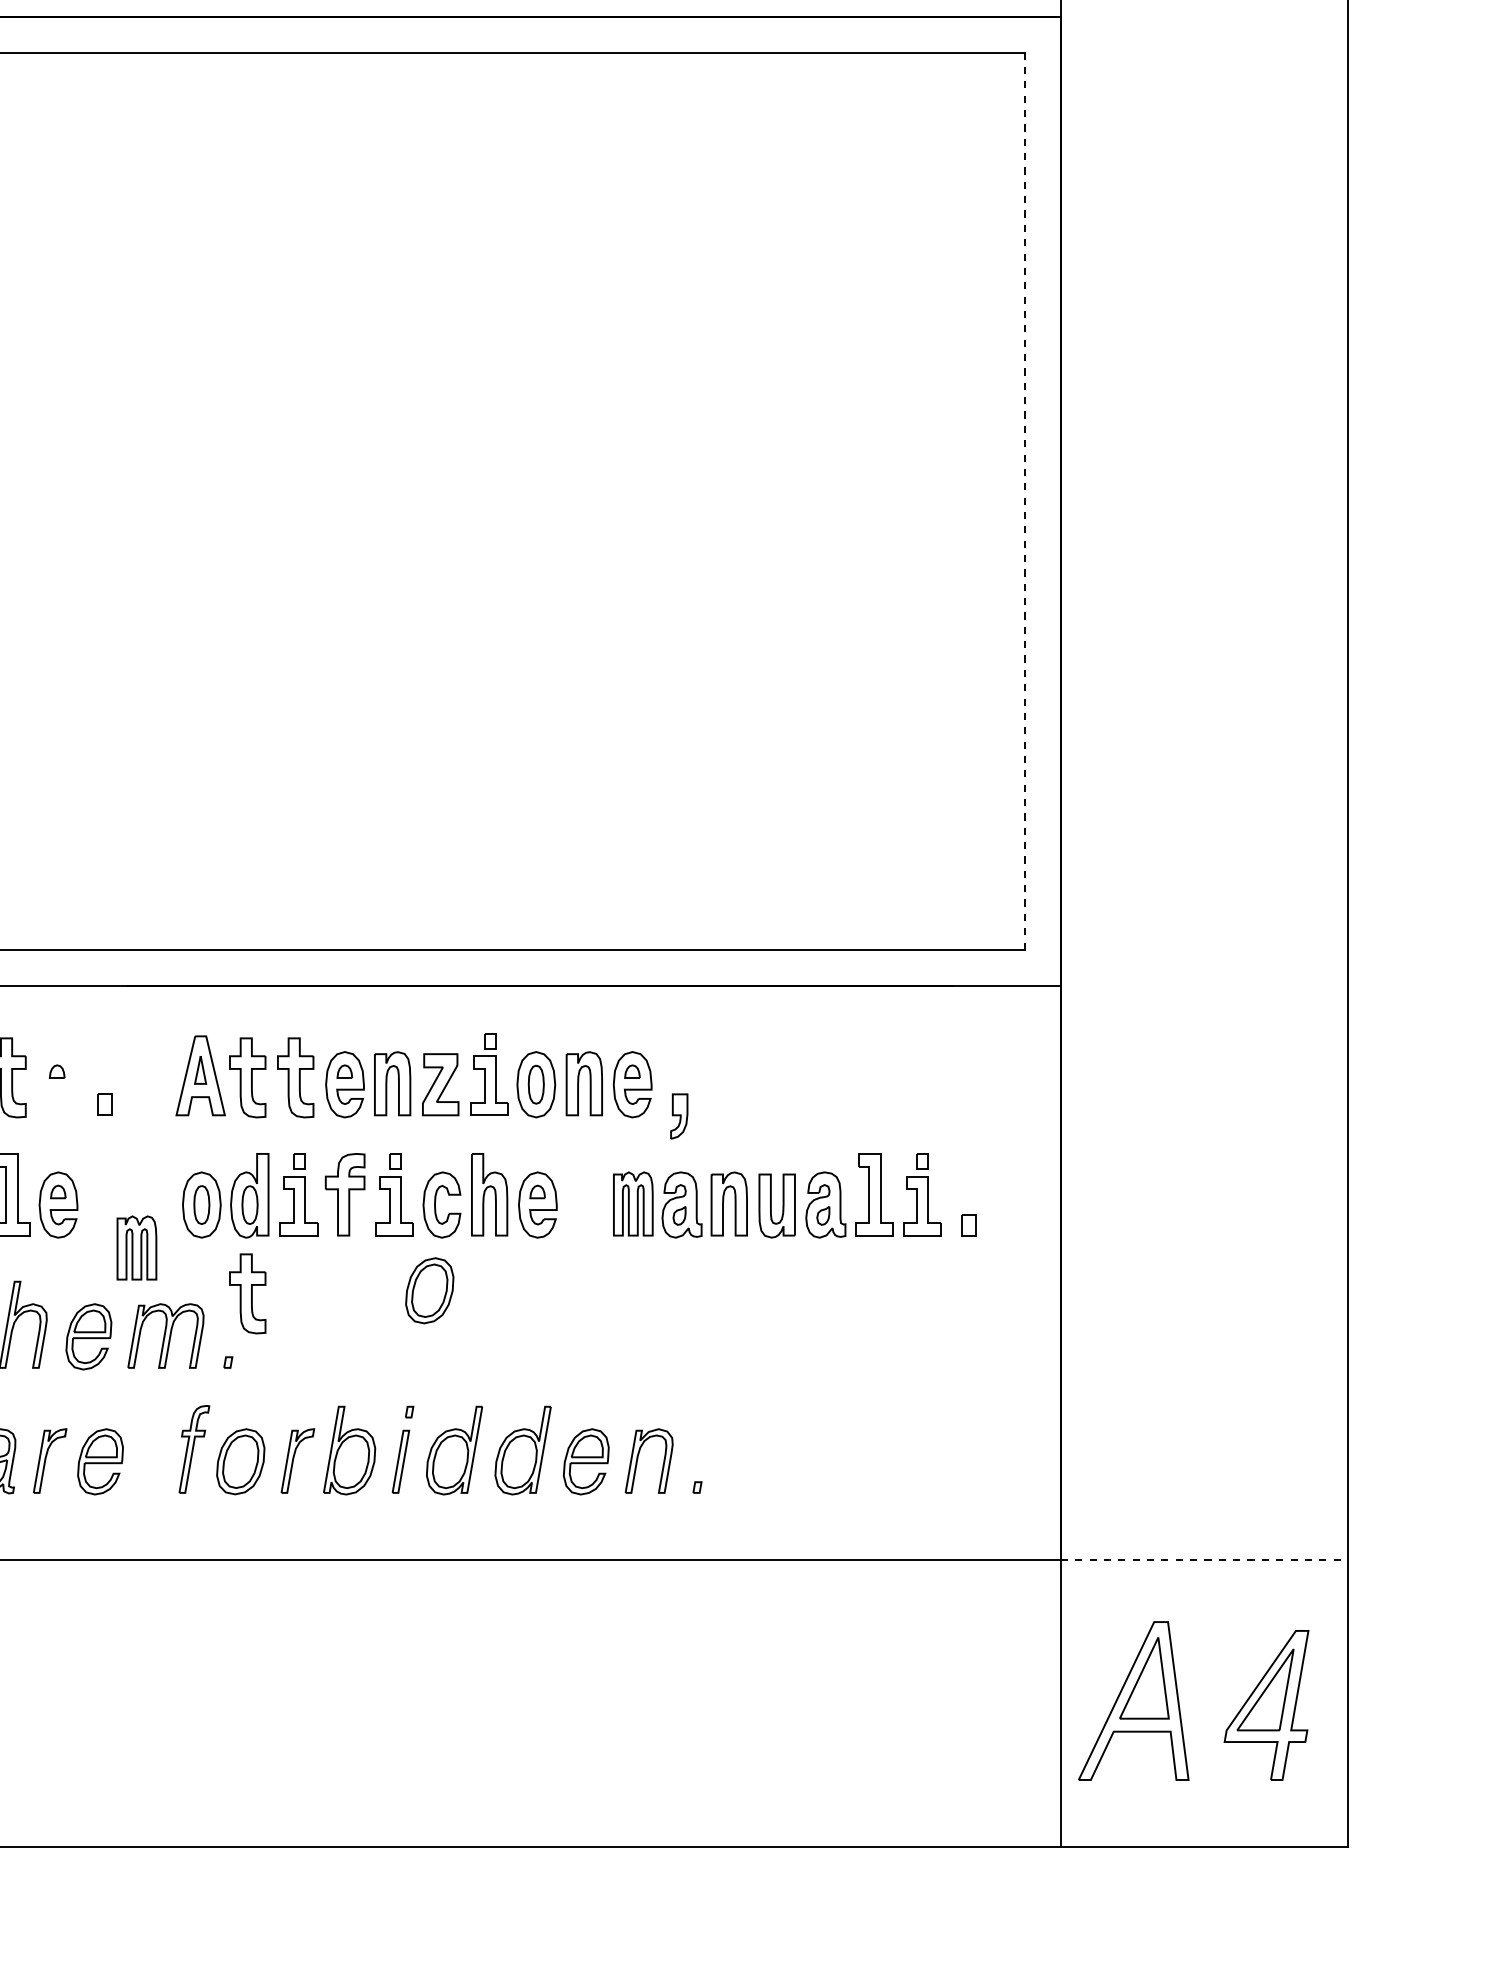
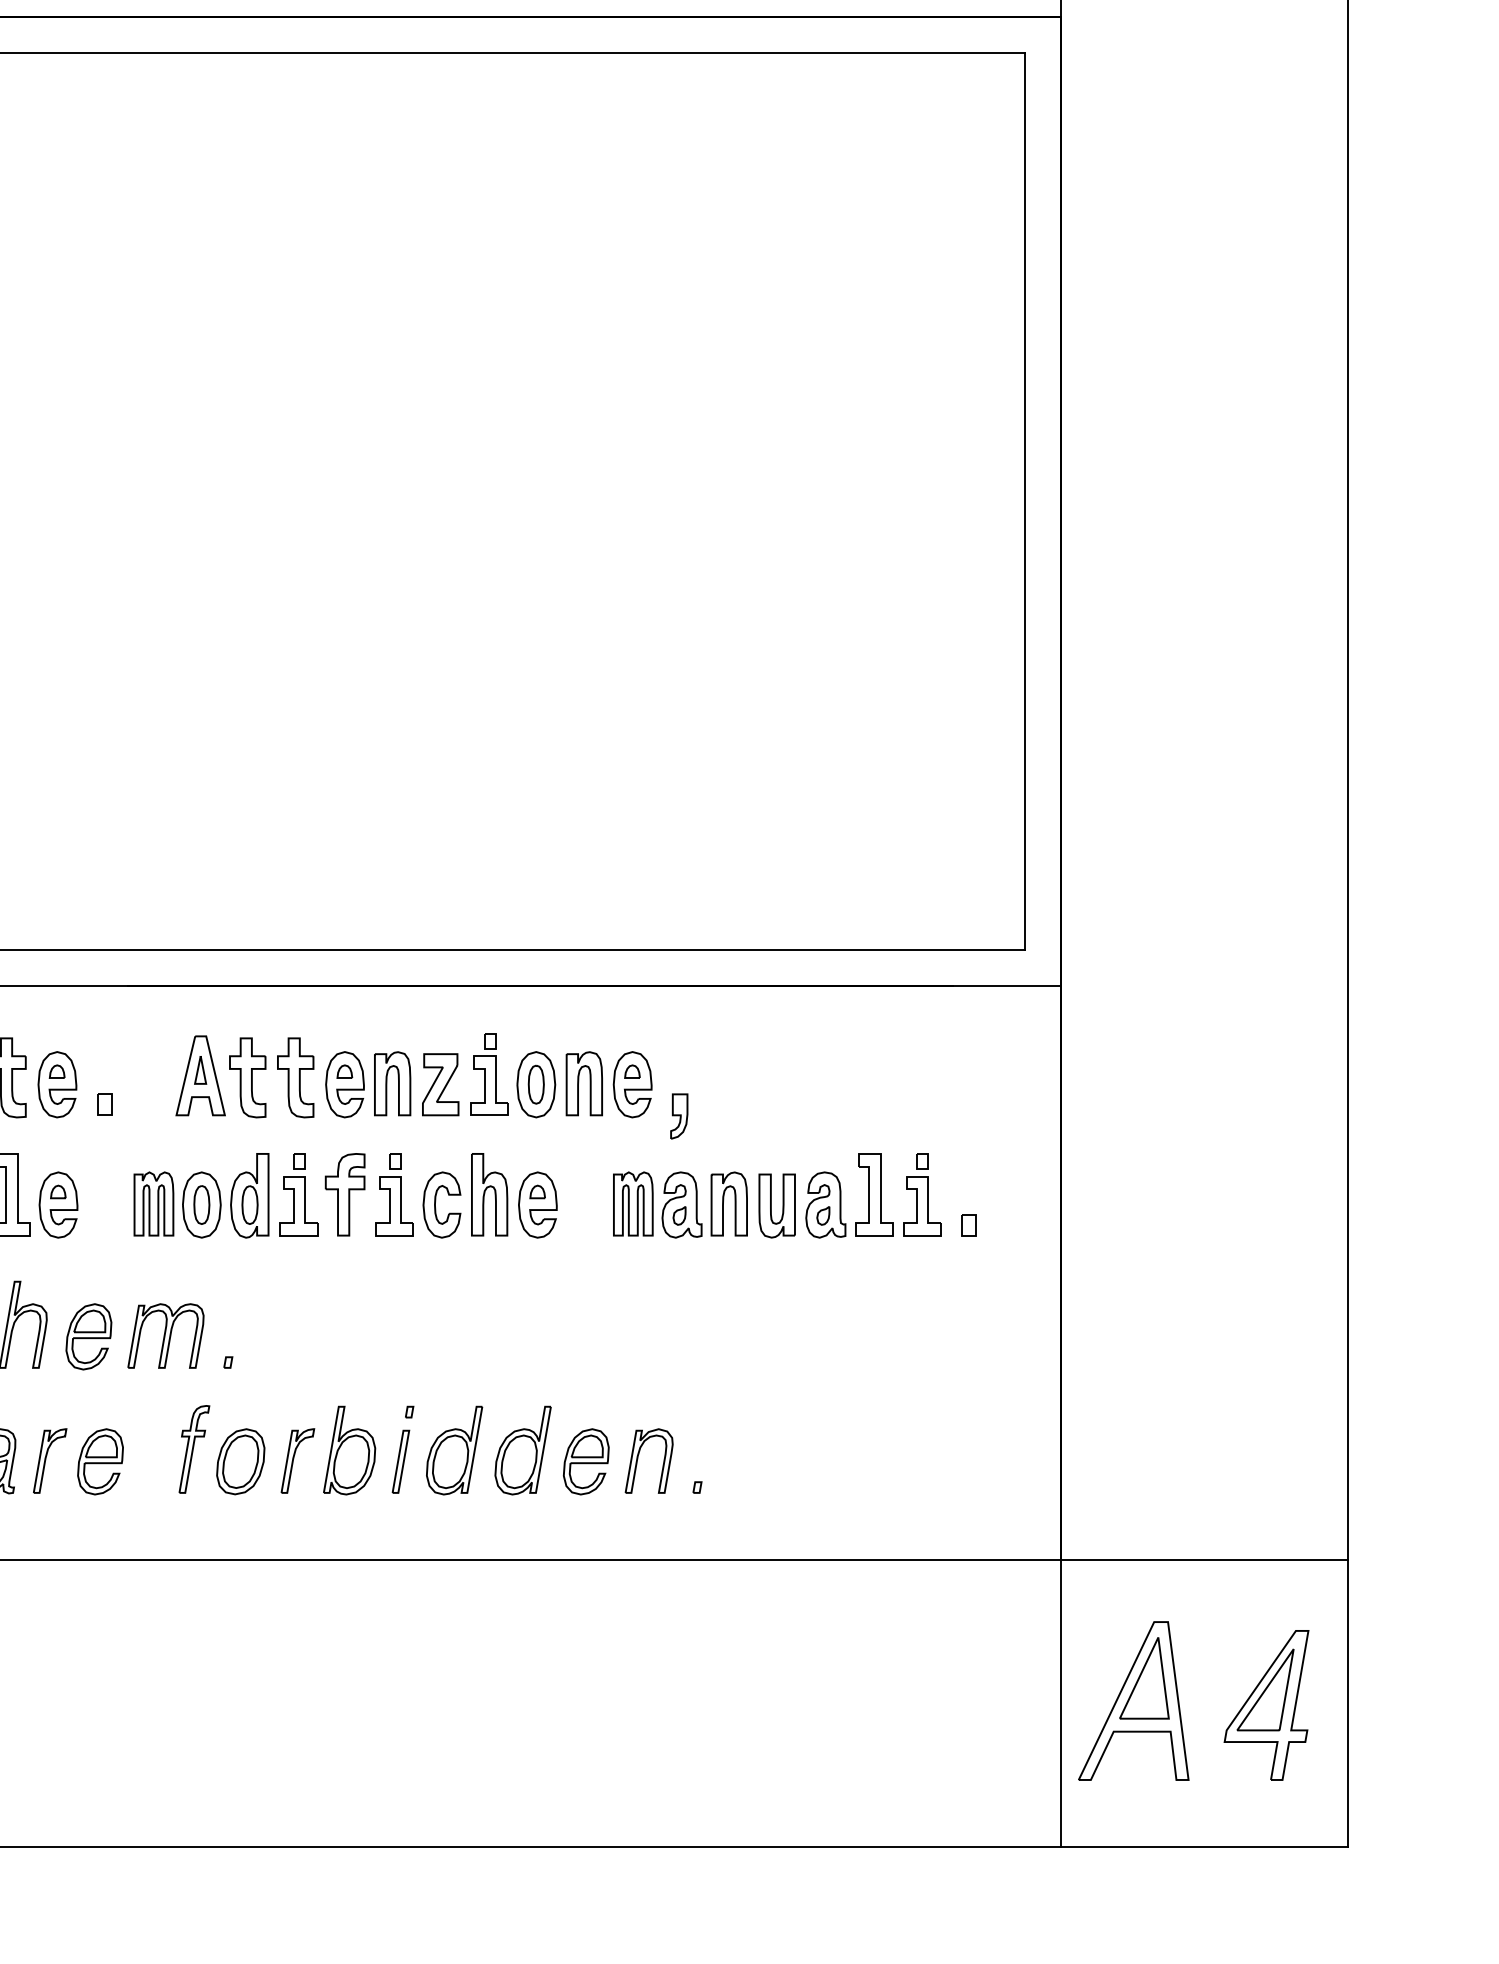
line at (1024, 501): dashed -> solid
part at (57, 1084): none -> present
part at (136, 1247) position: (136, 1247) -> (153, 1203)
part at (429, 1290): present -> none
part at (247, 1293): present -> none
line at (1204, 1559): dashed -> solid
